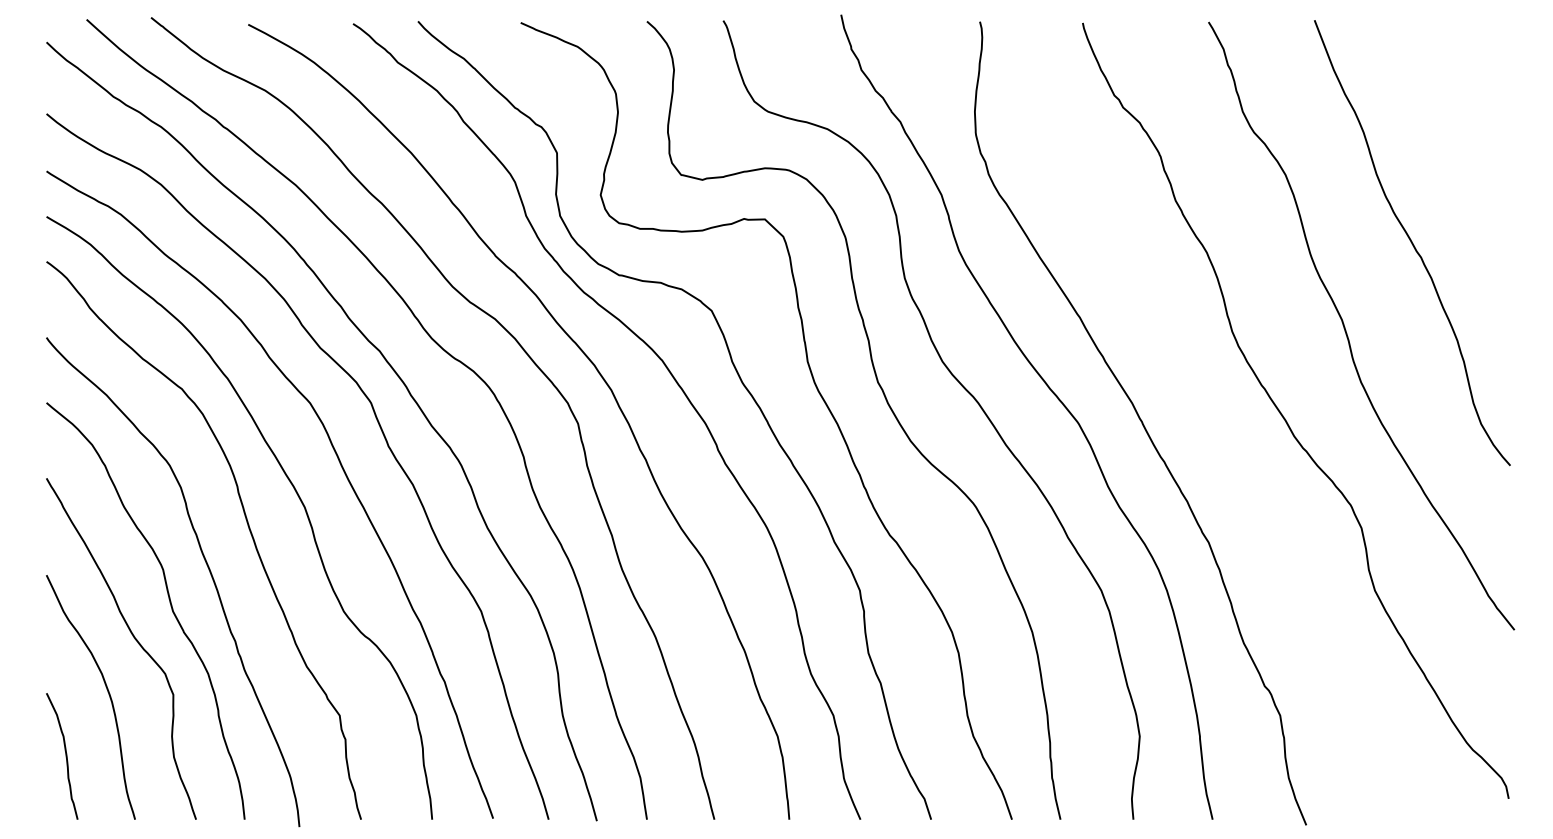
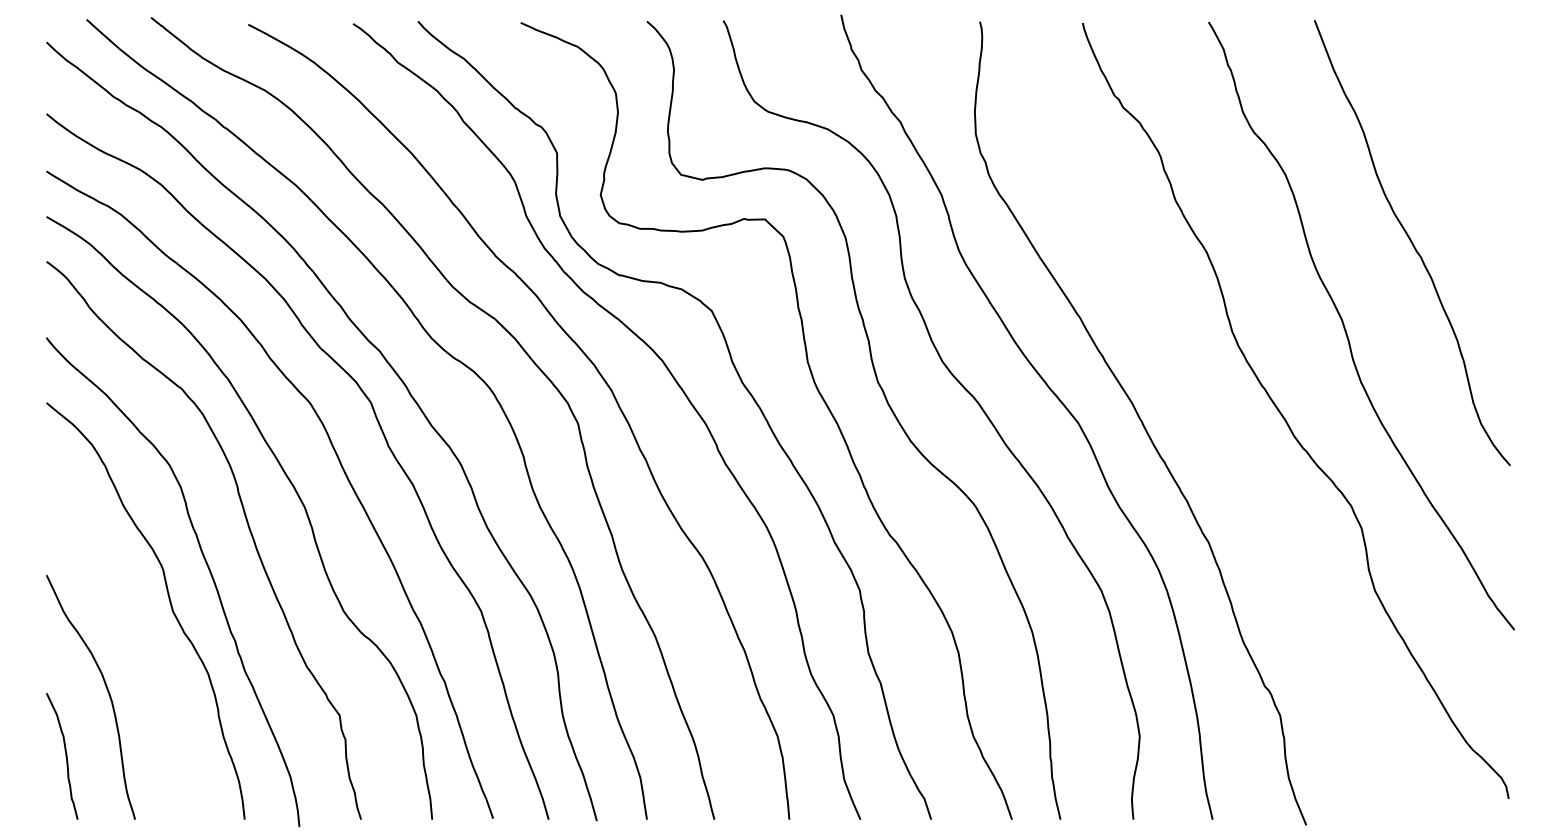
curve at (134, 639): present -> none
